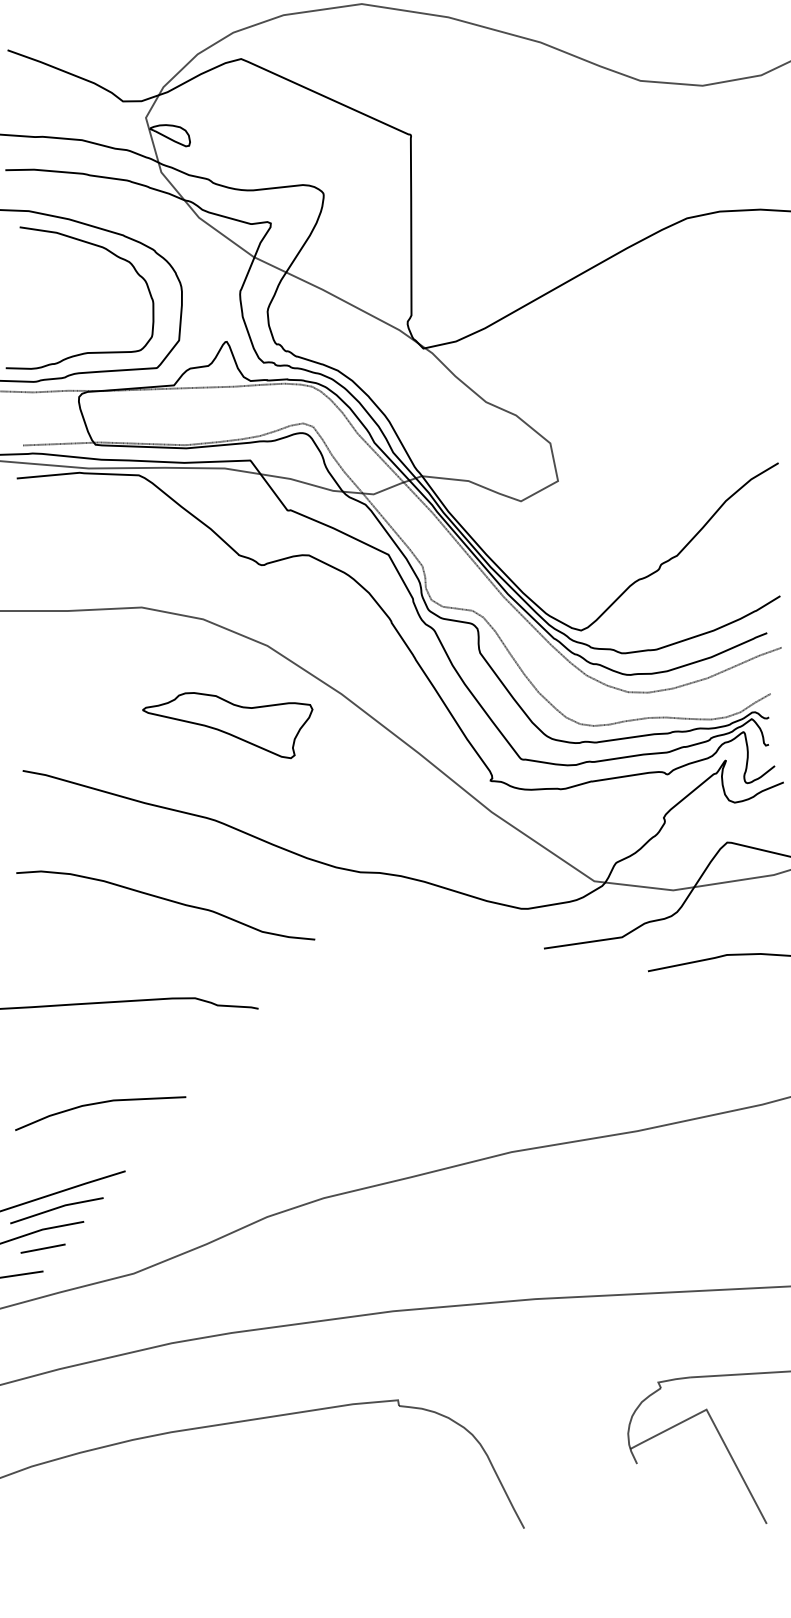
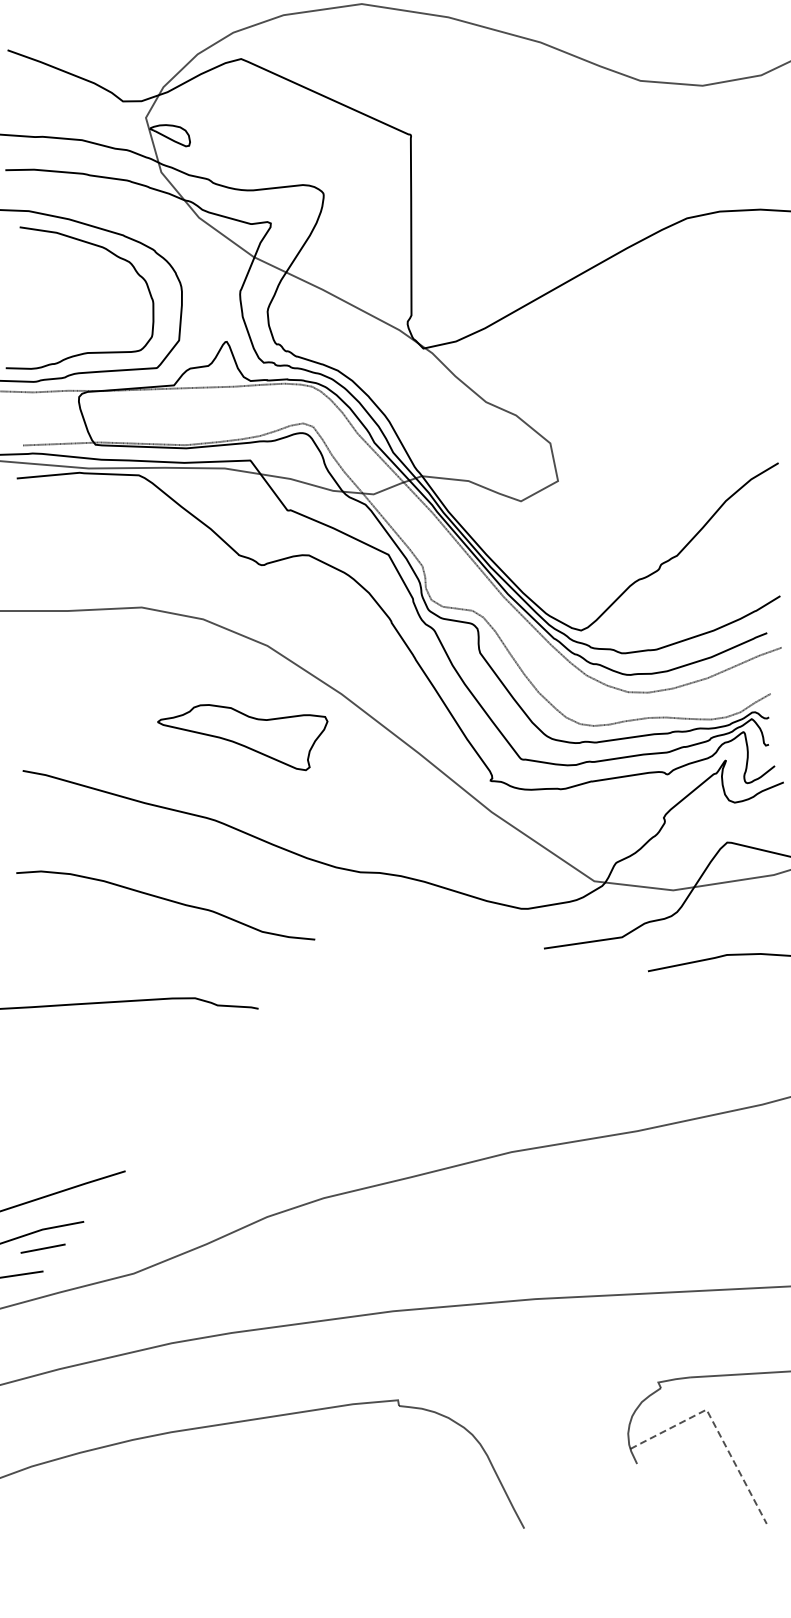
part at (227, 725) position: (227, 725) -> (242, 737)
curve at (97, 1104): present -> none
line at (56, 1209): present -> none
line at (716, 1428): solid -> dashed
